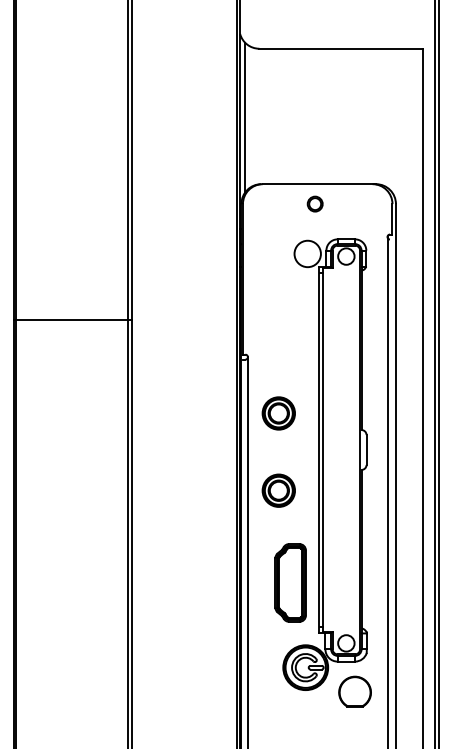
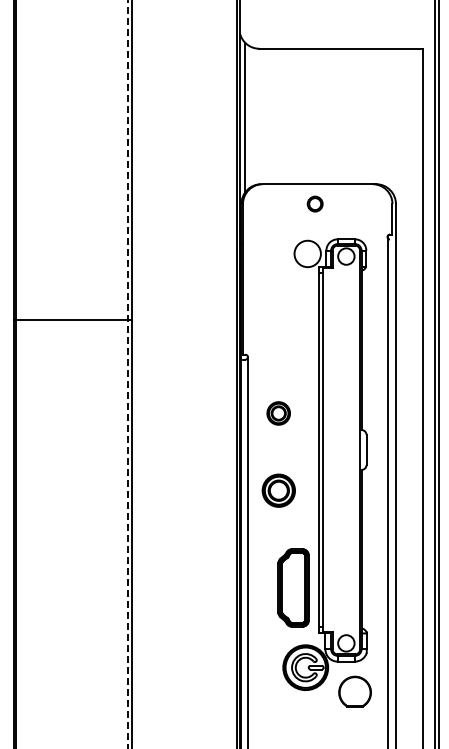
line at (127, 374): solid -> dashed
part at (278, 413) size: 35x35 px -> 25x25 px
part at (290, 582) position: (290, 582) -> (293, 587)
